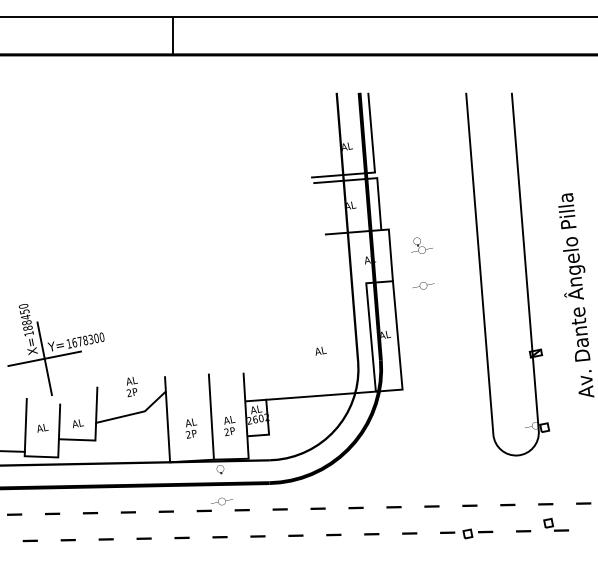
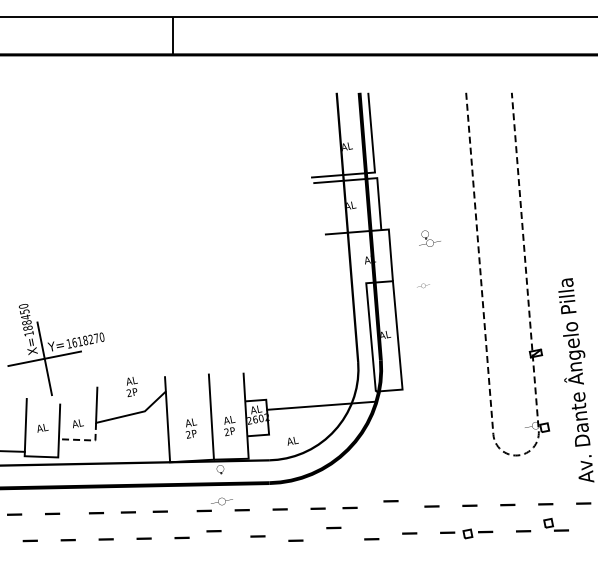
part at (421, 245) position: (421, 245) -> (429, 238)
part at (423, 285) size: 23x8 px -> 13x6 px
text at (576, 295) position: (576, 295) -> (576, 380)
text at (87, 339): 1678300 -> 1618270
text at (320, 351) position: (320, 351) -> (292, 441)
line at (320, 395) position: (320, 395) -> (321, 405)
line at (86, 440): solid -> dashed
line at (517, 455): solid -> dashed
part at (355, 507) position: (355, 507) -> (349, 507)
line at (393, 507) position: (393, 507) -> (390, 501)
line at (165, 511) position: (165, 511) -> (159, 511)
line at (90, 513) position: (90, 513) -> (96, 513)
part at (333, 534) position: (333, 534) -> (333, 527)
line at (371, 534) position: (371, 534) -> (371, 539)
line at (295, 535) position: (295, 535) -> (295, 540)
line at (219, 537) position: (219, 537) -> (213, 531)
